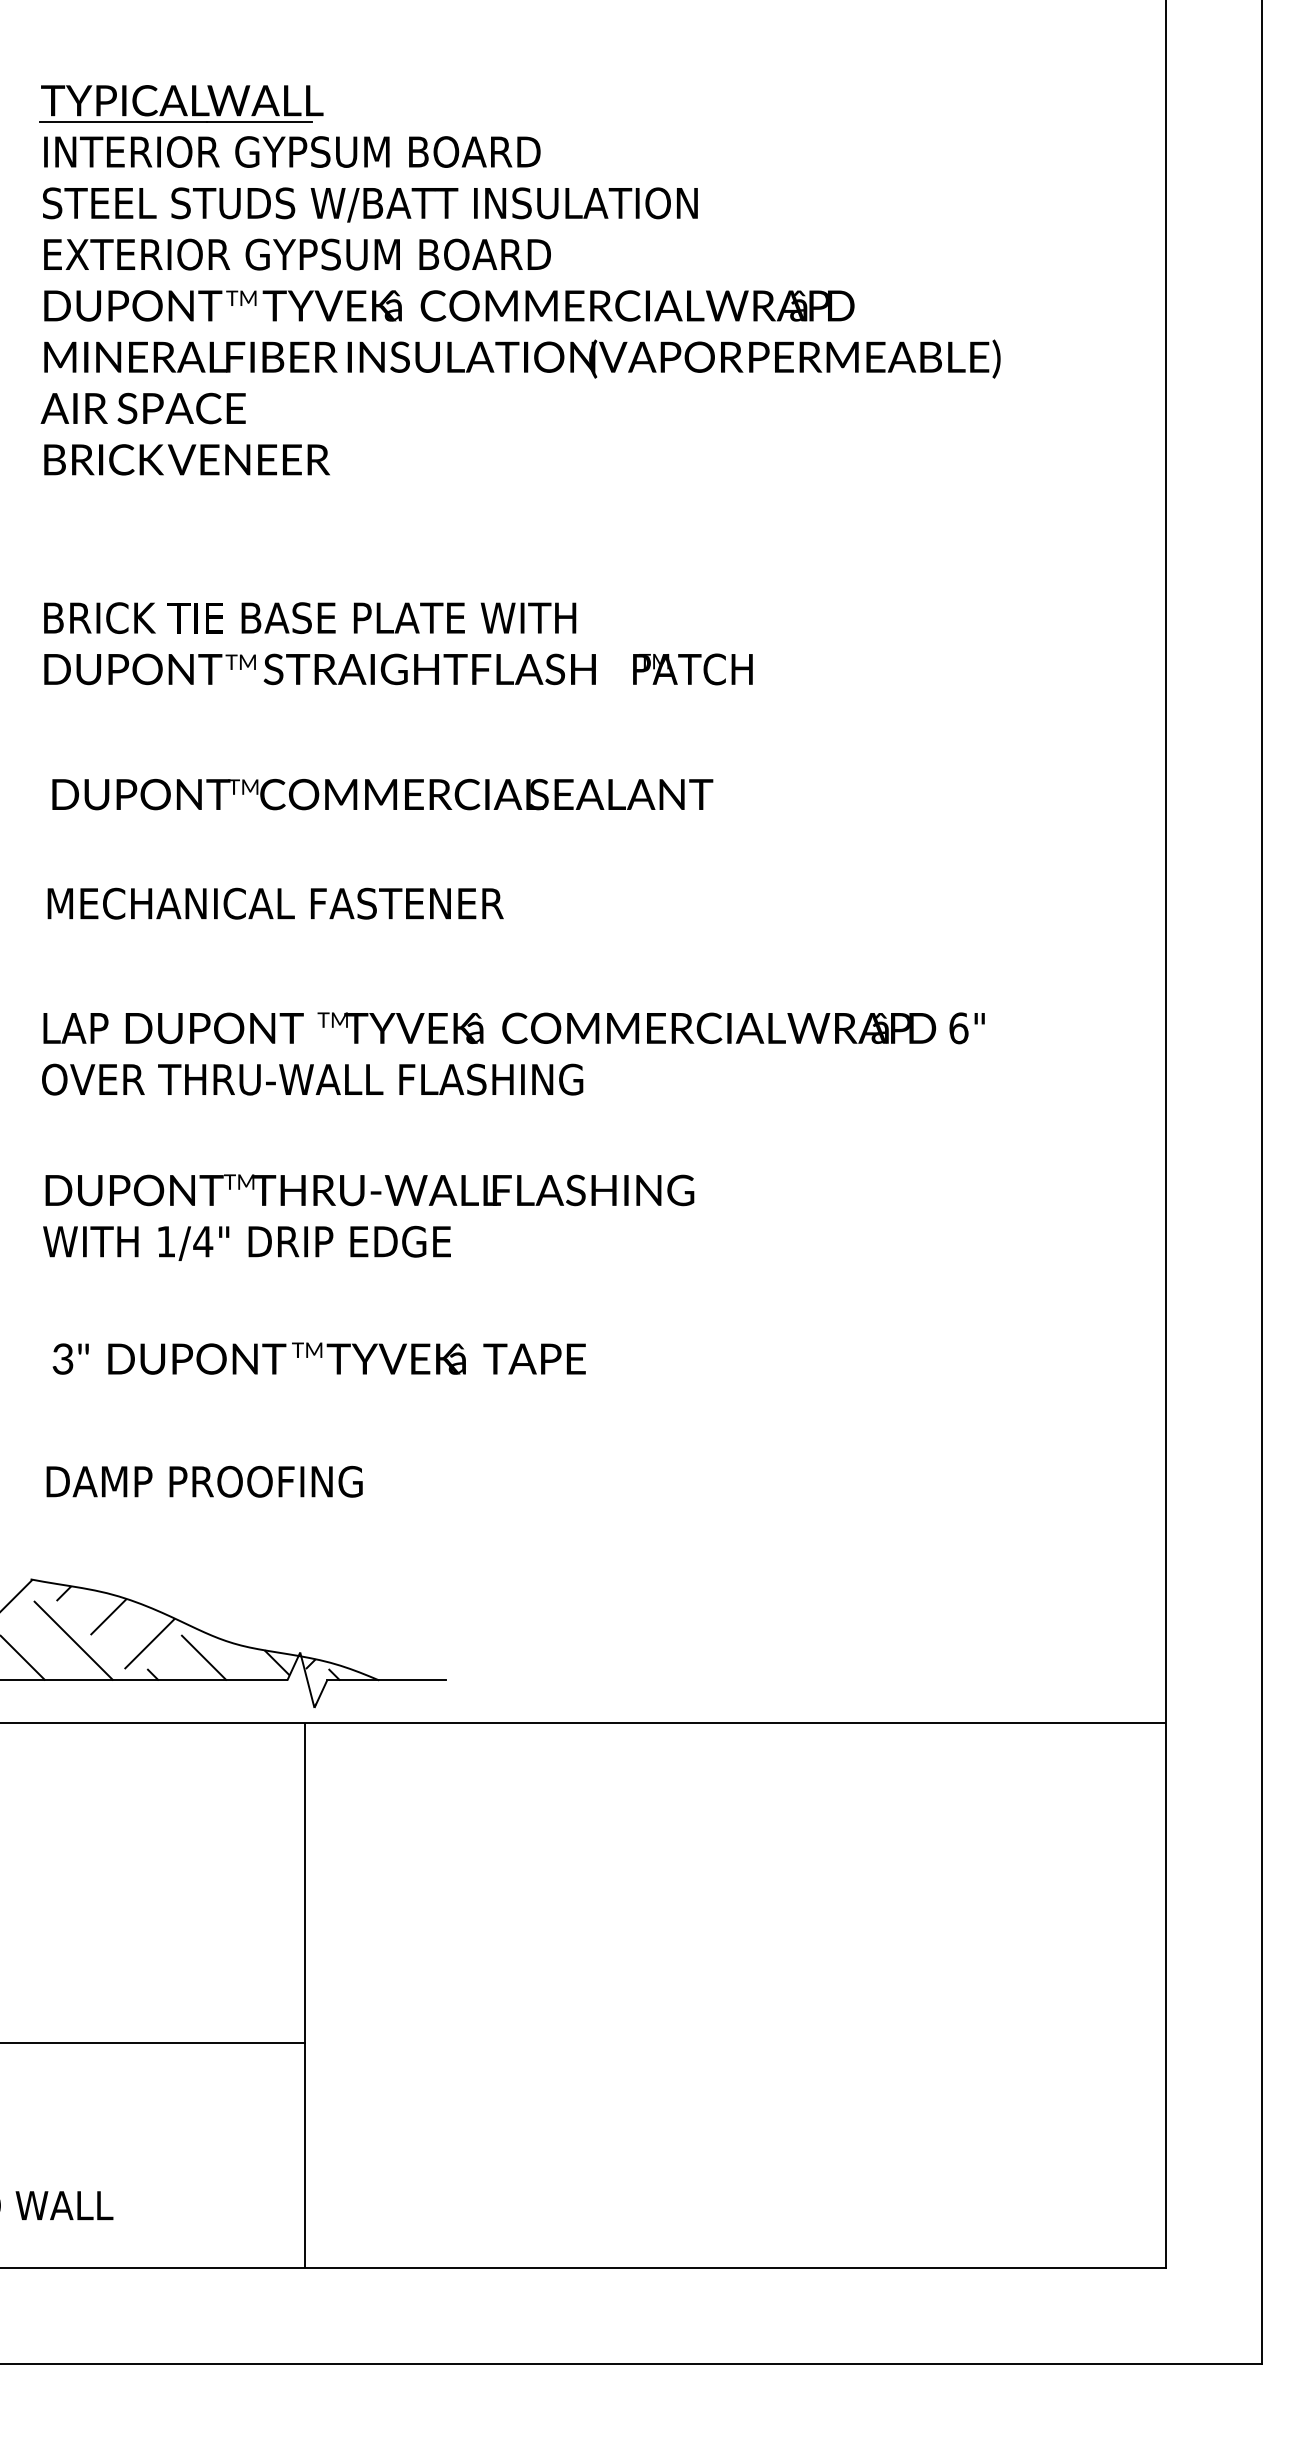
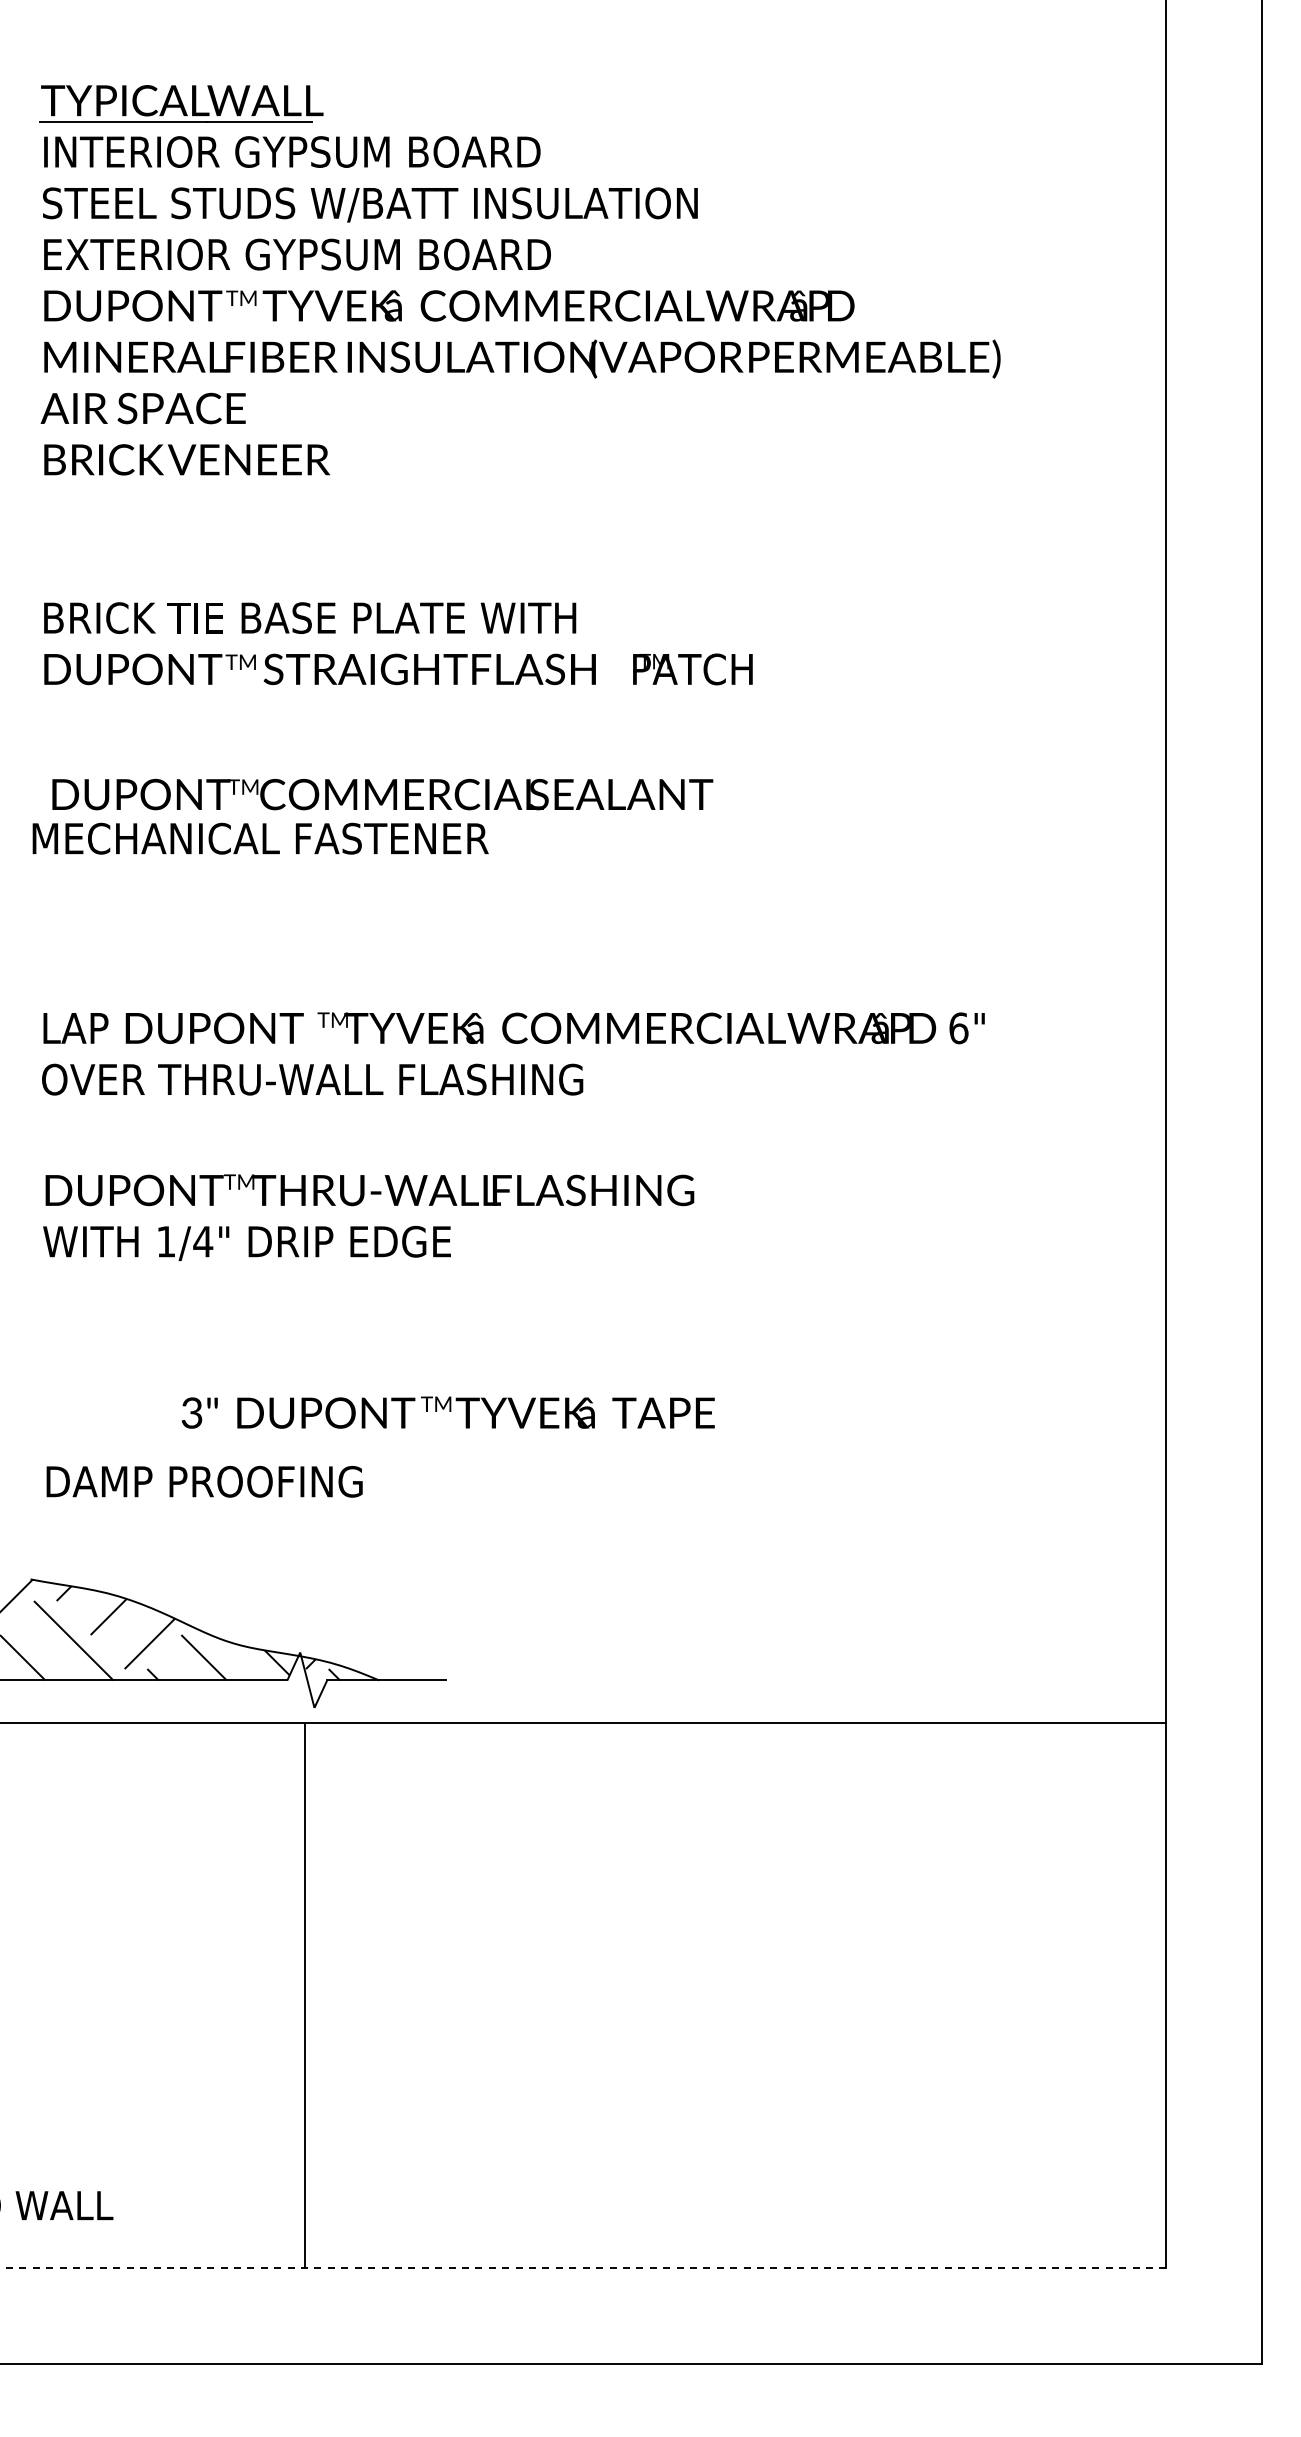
text at (275, 903) position: (275, 903) -> (260, 838)
text at (318, 1358) position: (318, 1358) -> (447, 1412)
line at (153, 2043): present -> none
line at (583, 2267): solid -> dashed
